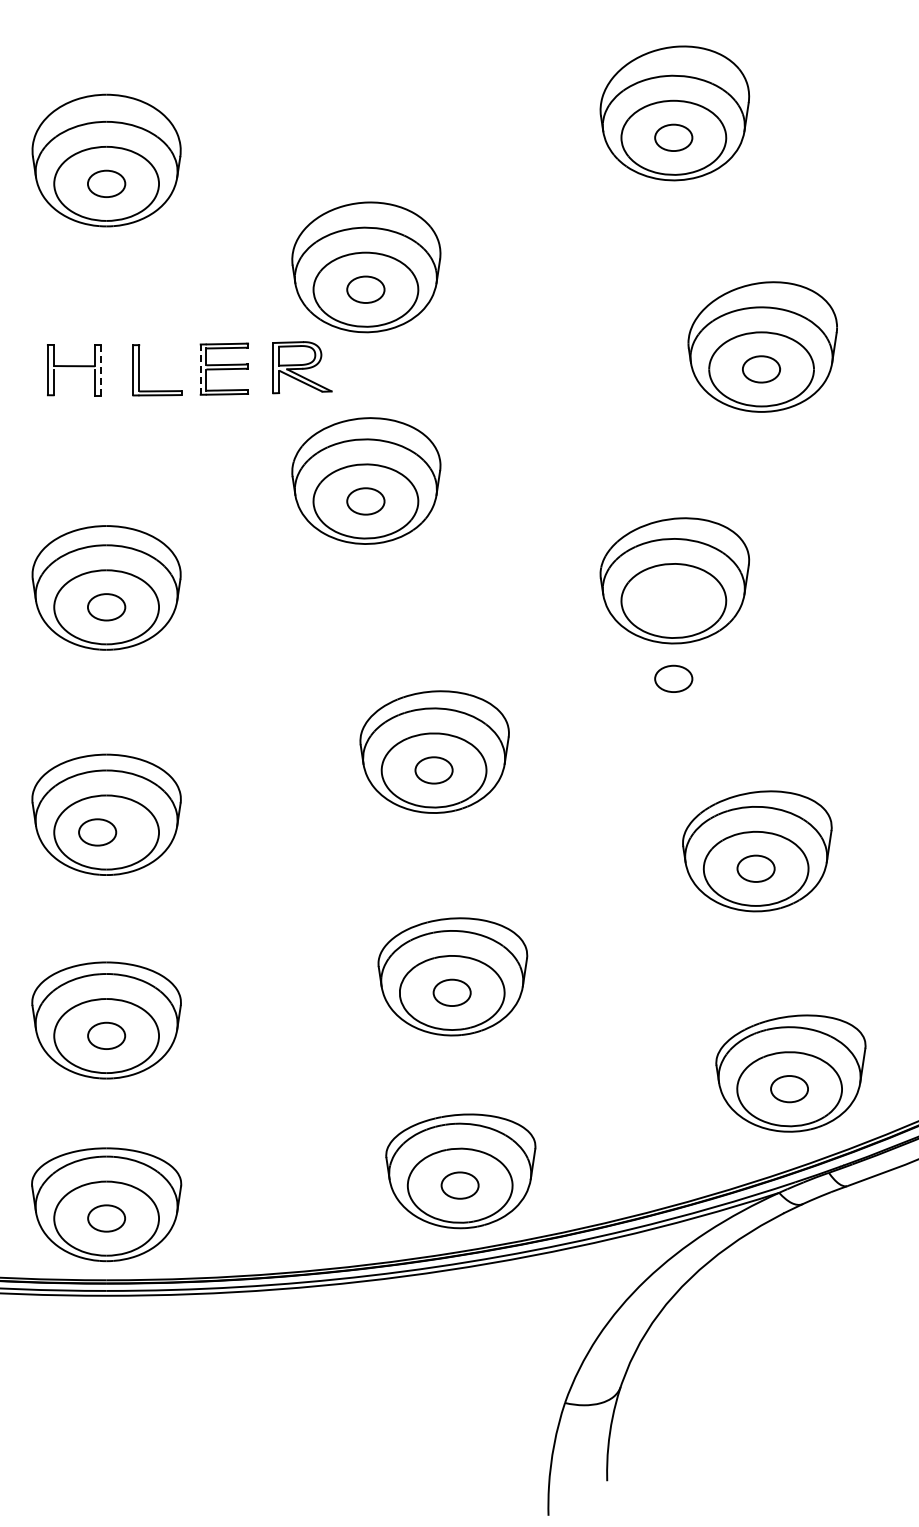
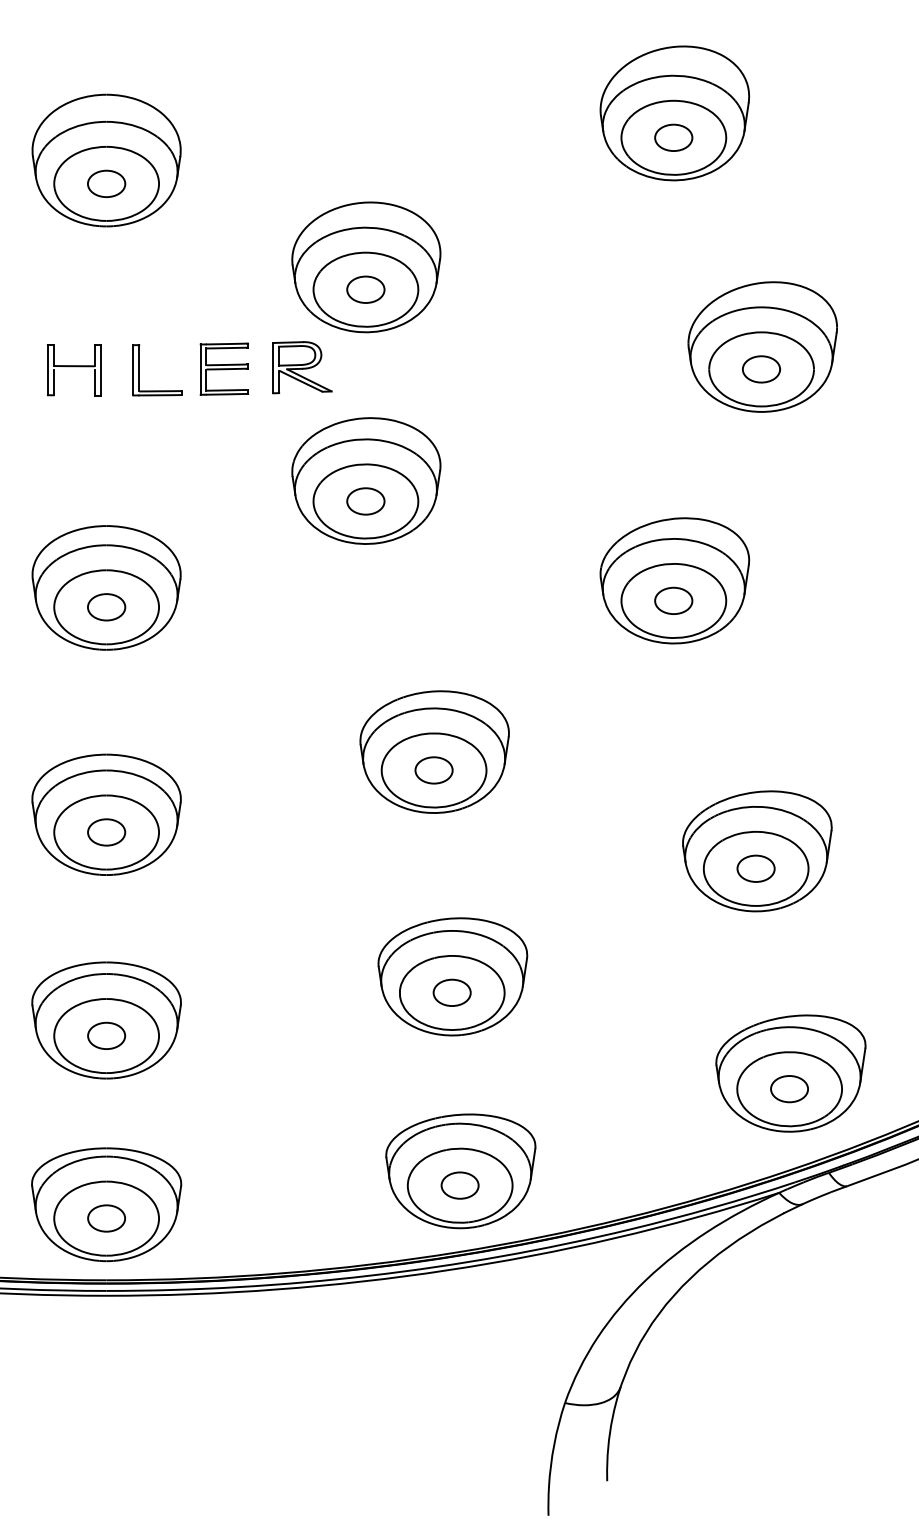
line at (100, 369): dashed -> solid
line at (200, 370): dashed -> solid
part at (673, 678) position: (673, 678) -> (673, 600)
part at (97, 832) position: (97, 832) -> (106, 832)
